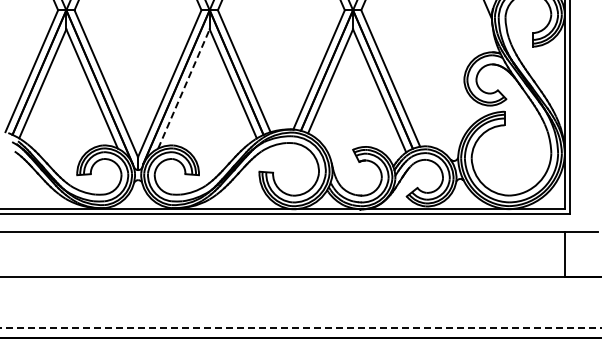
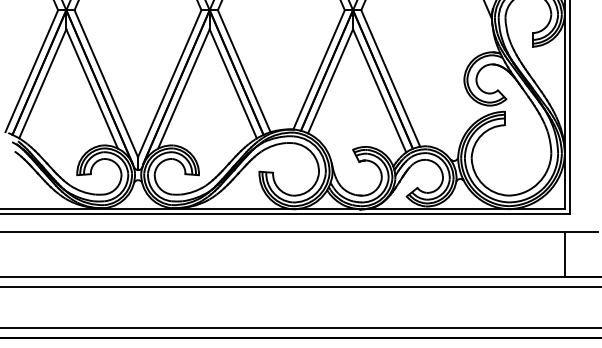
line at (184, 88): dashed -> solid
line at (300, 287): none -> present
line at (300, 327): dashed -> solid
